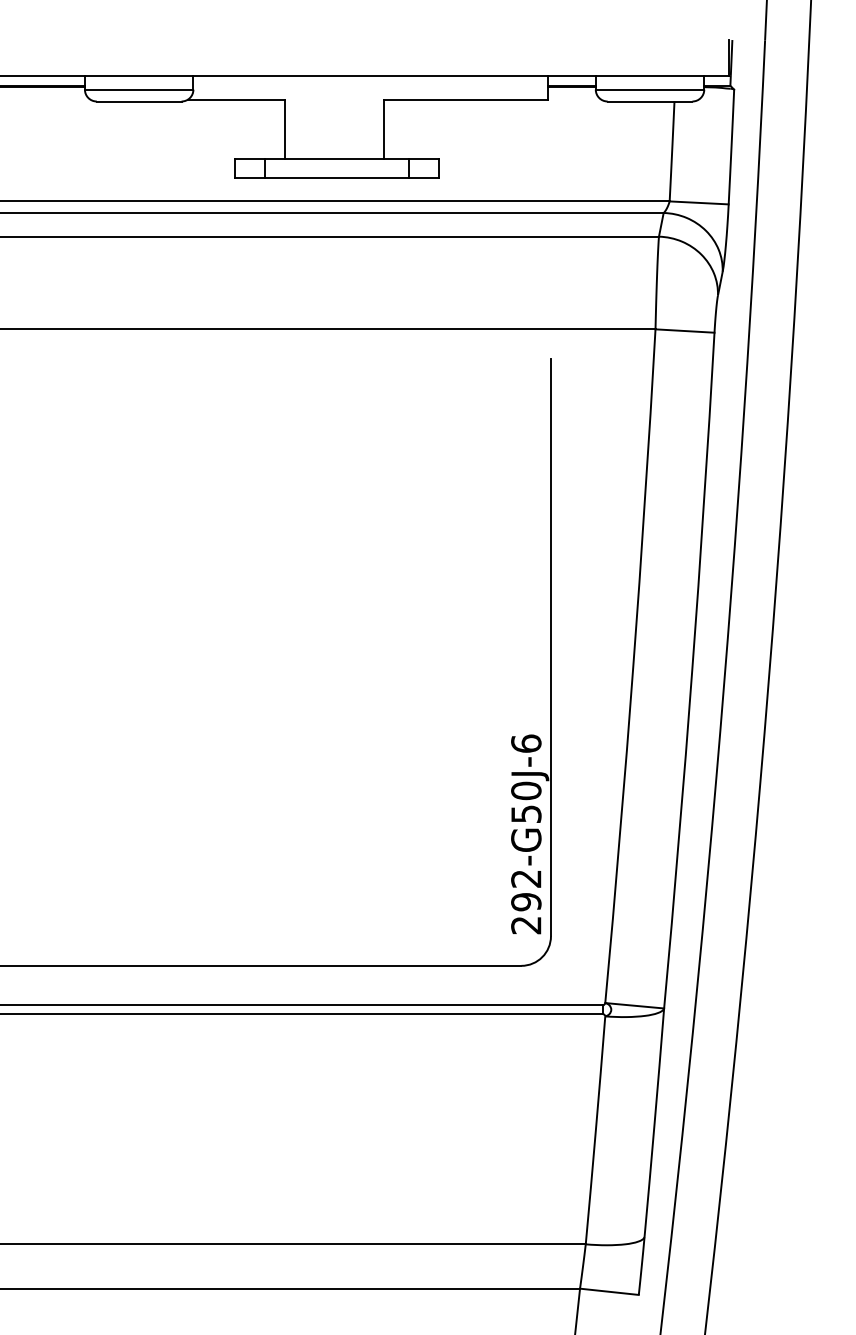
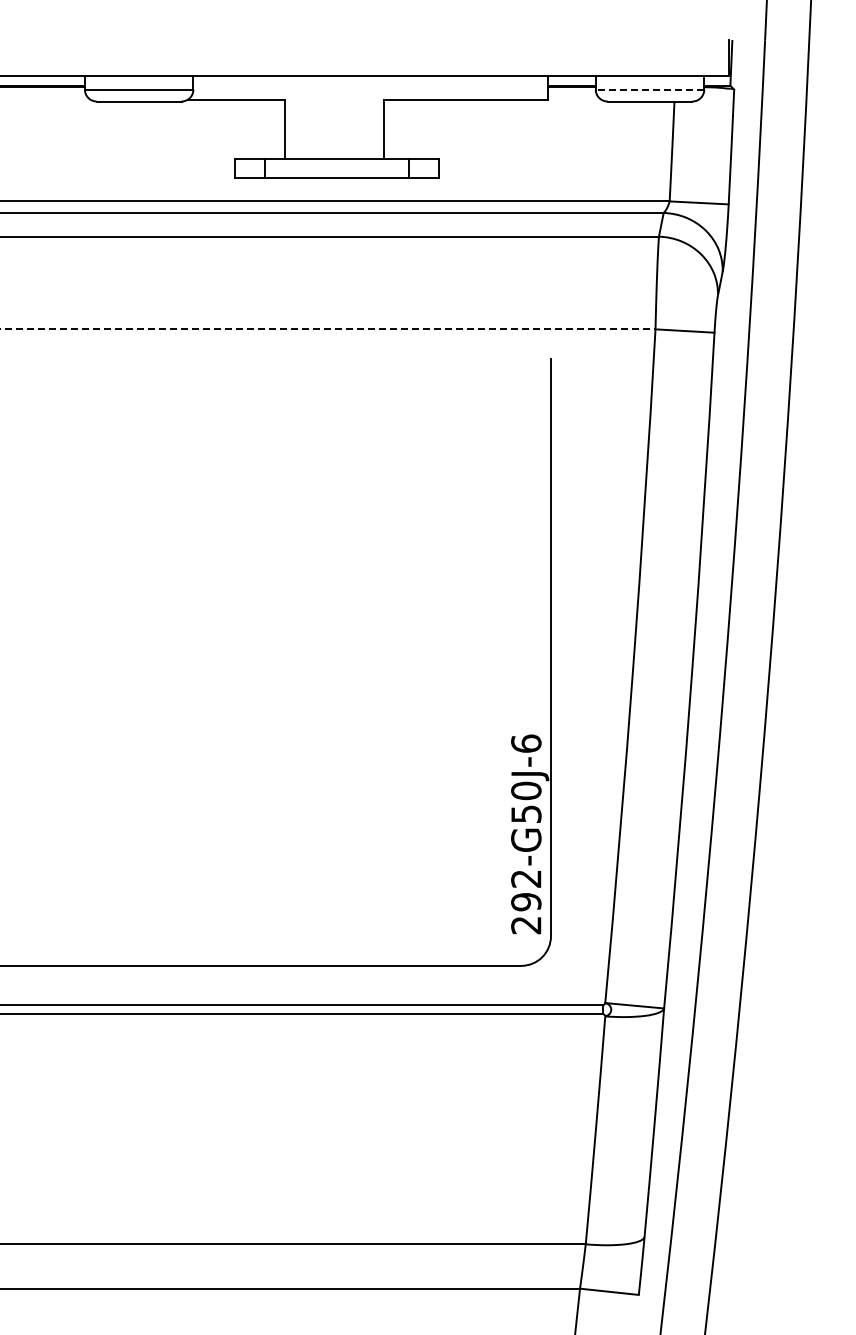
line at (649, 89): solid -> dashed
line at (328, 329): solid -> dashed
